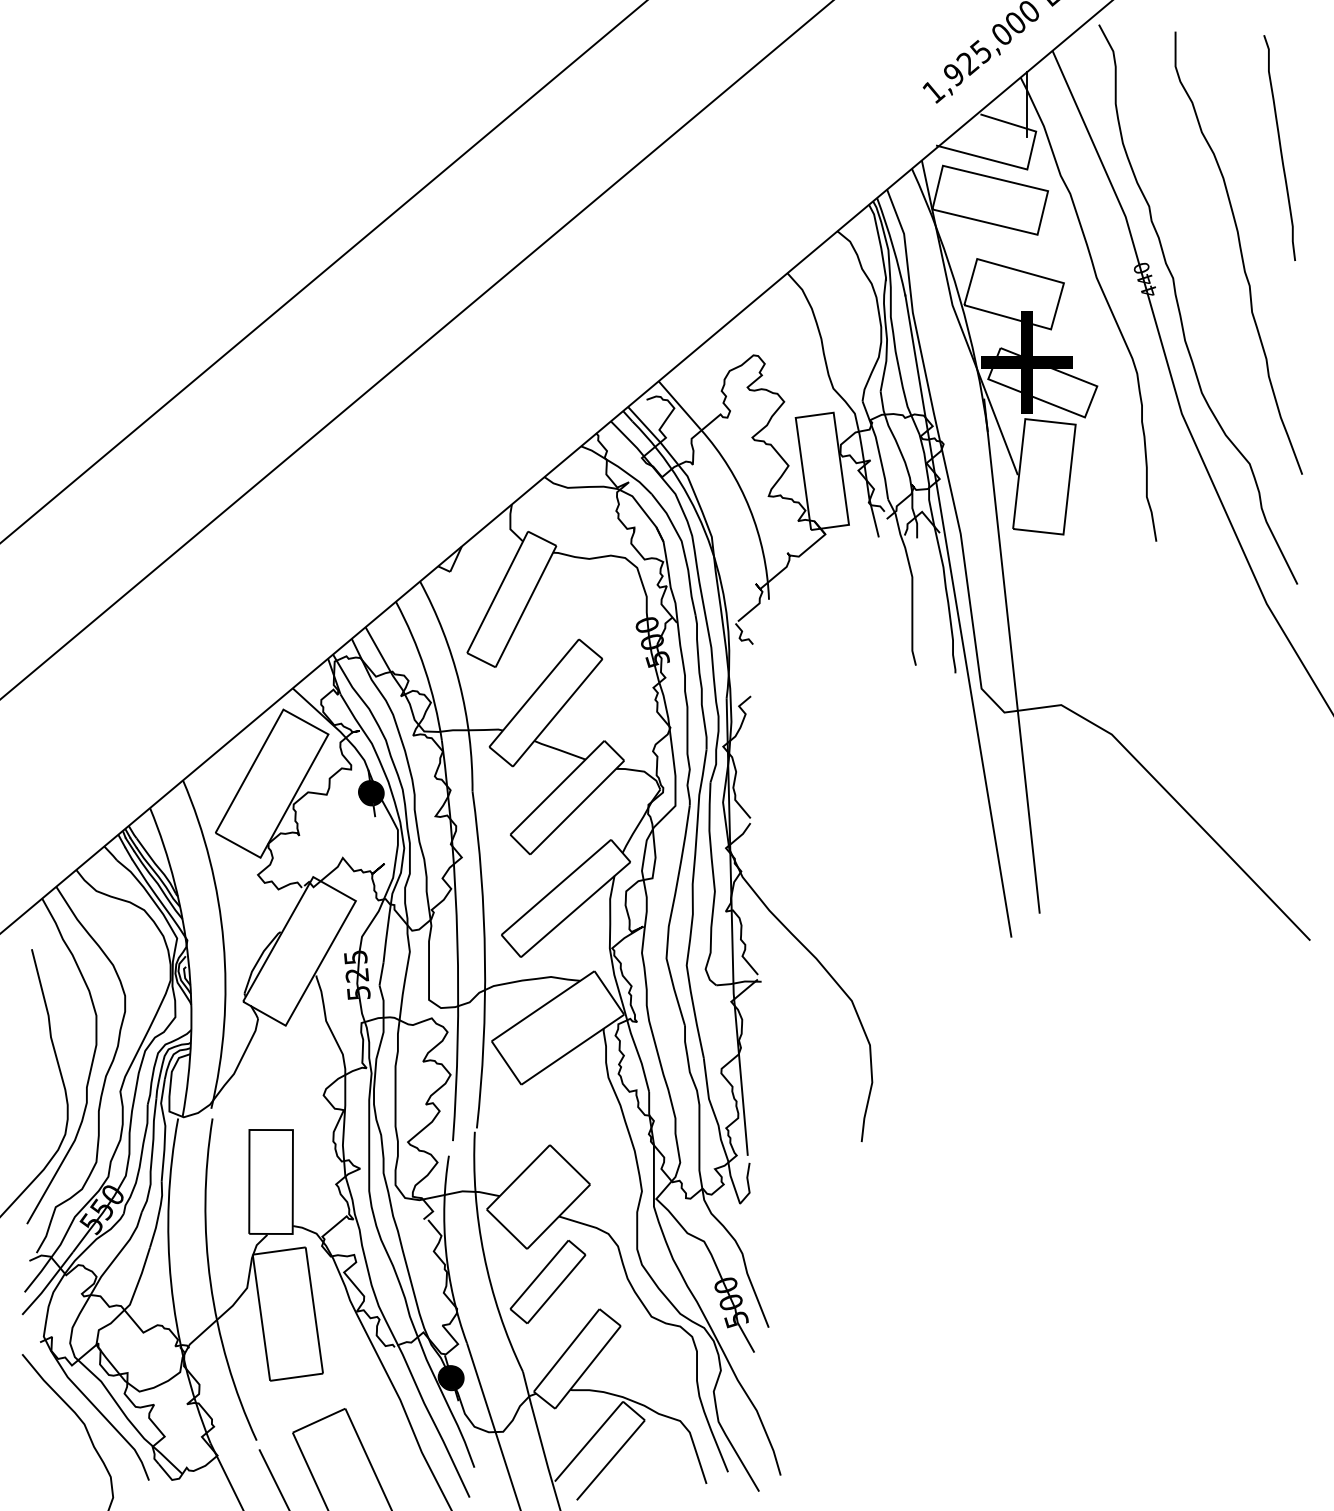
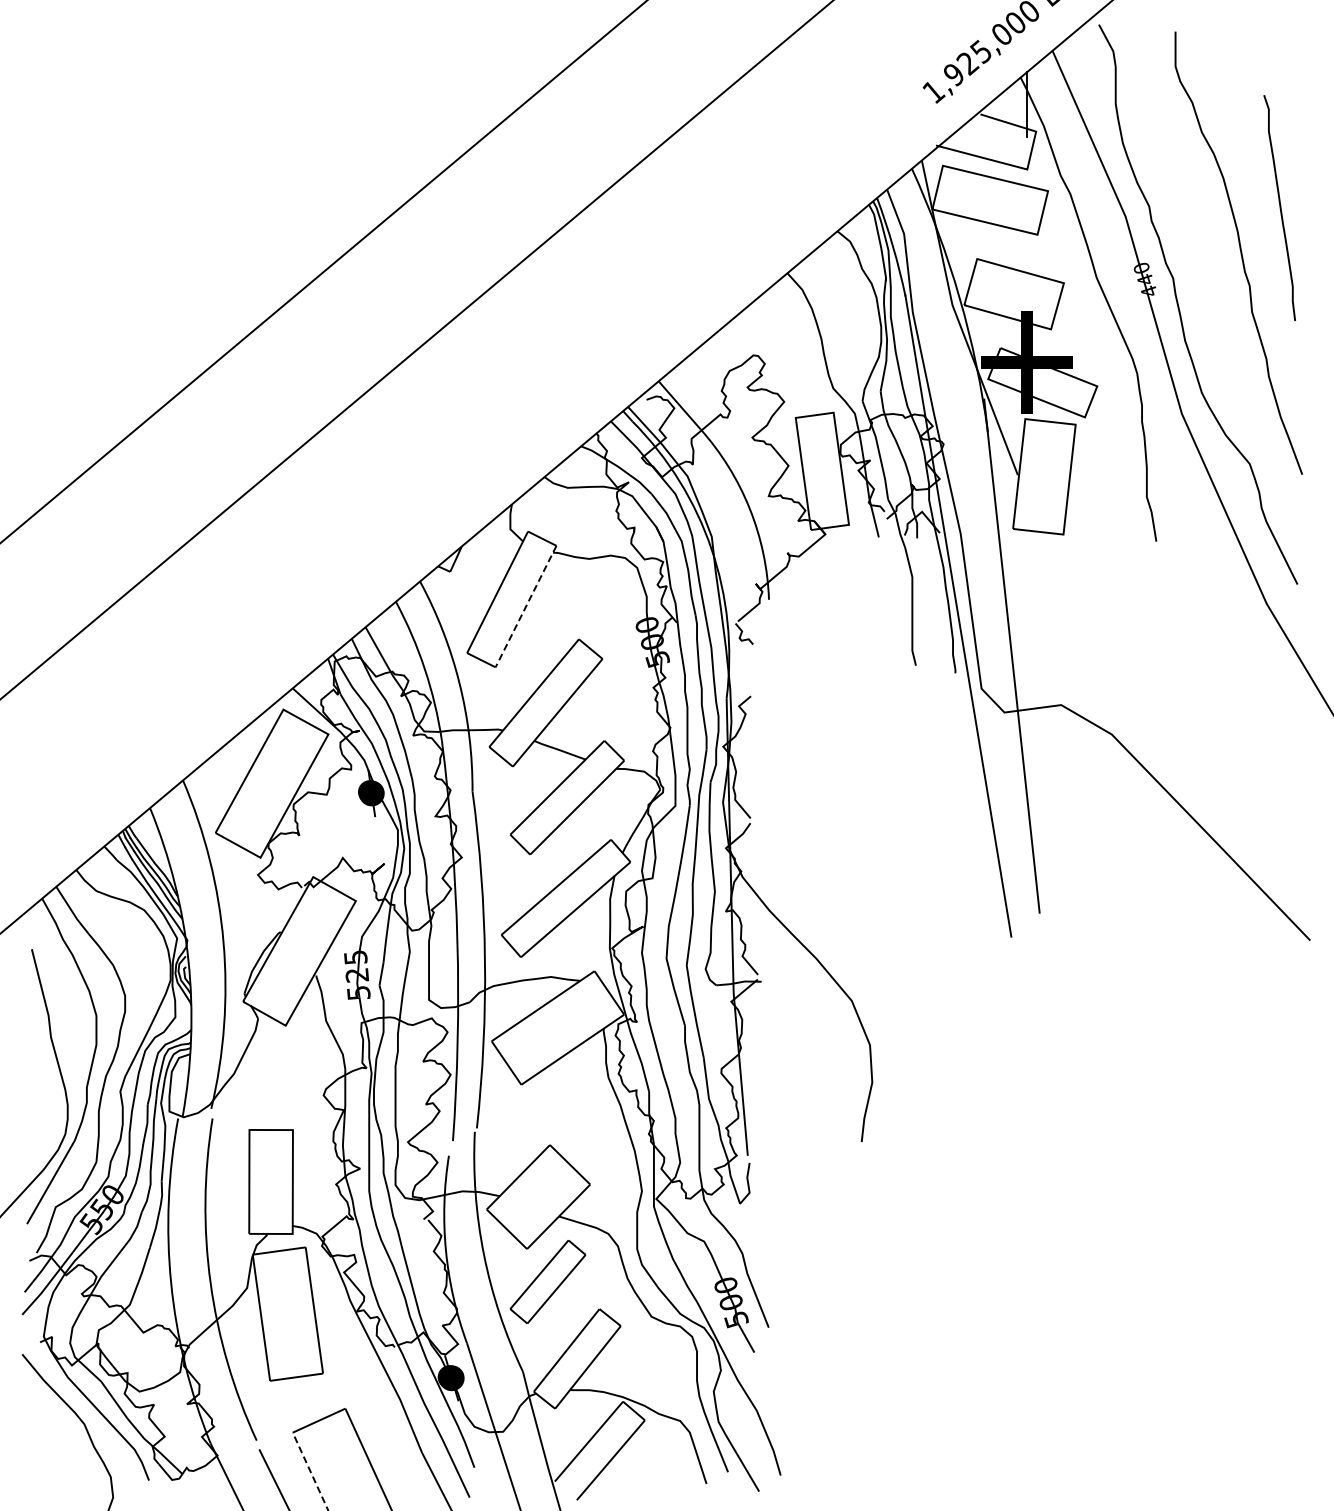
curve at (1279, 147) position: (1279, 147) -> (1279, 207)
line at (526, 606): solid -> dashed
line at (310, 1471): solid -> dashed
